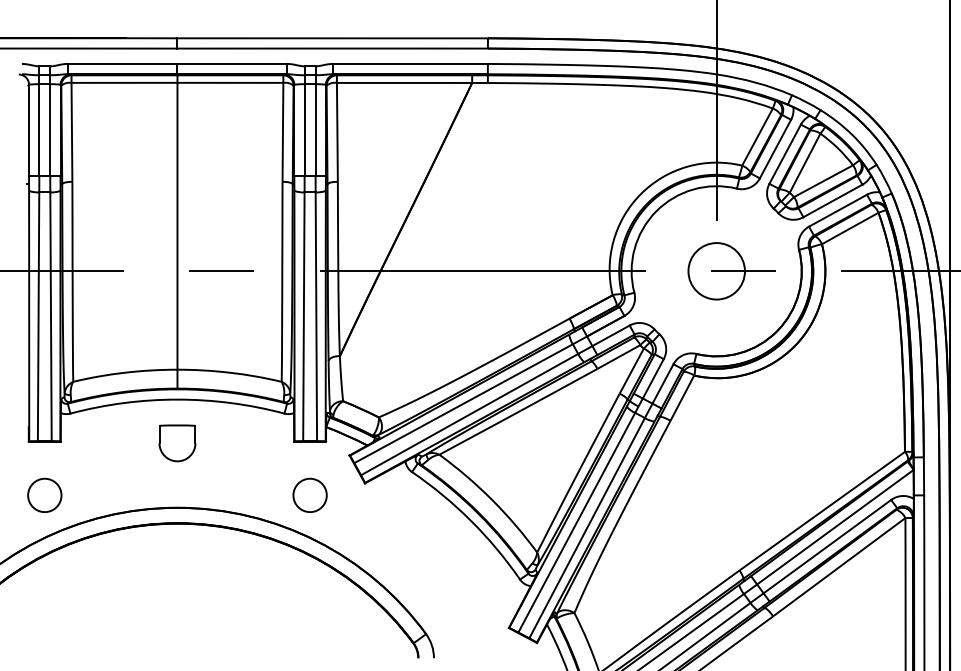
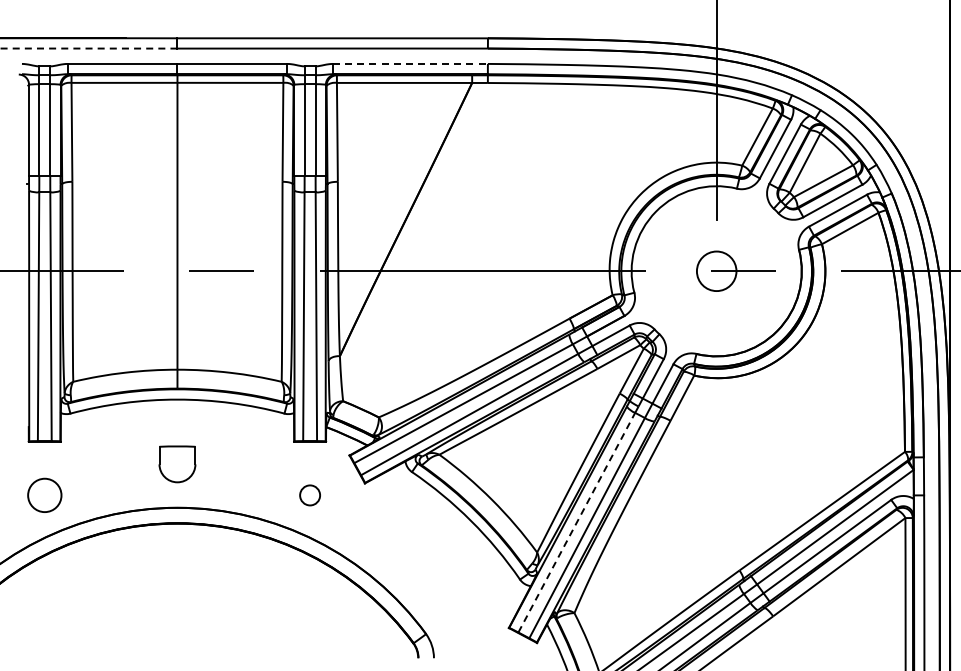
line at (87, 48): solid -> dashed
line at (410, 63): solid -> dashed
circle at (716, 271) diameter: 56 px -> 40 px
part at (177, 443) position: (177, 443) -> (177, 464)
circle at (309, 495) diameter: 33 px -> 20 px
line at (577, 522): solid -> dashed
